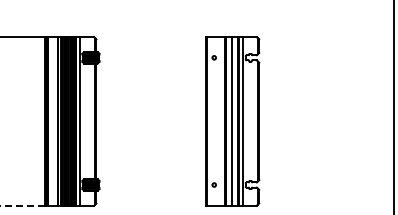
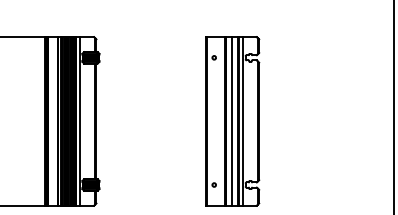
line at (22, 206): dashed -> solid
